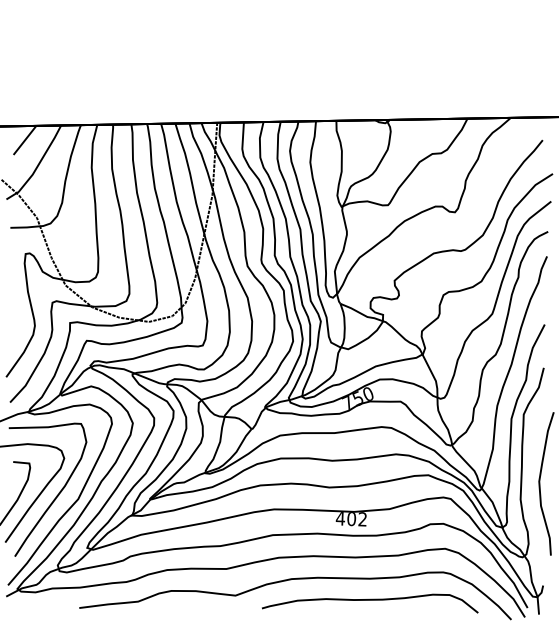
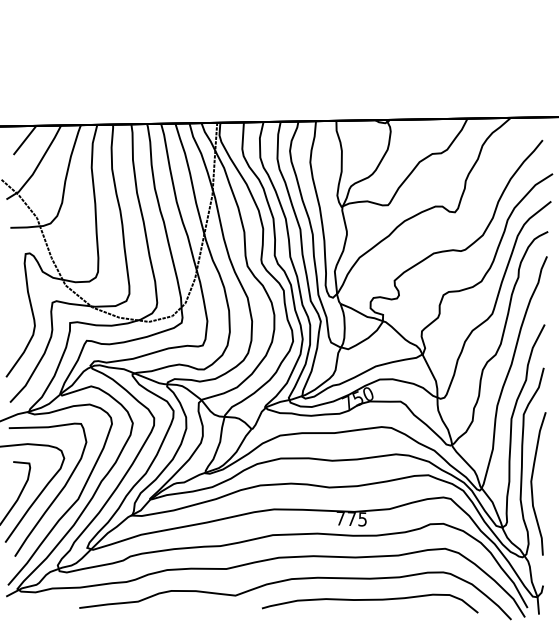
curve at (540, 483) position: (540, 483) -> (532, 483)
text at (350, 519): 402 -> 775
